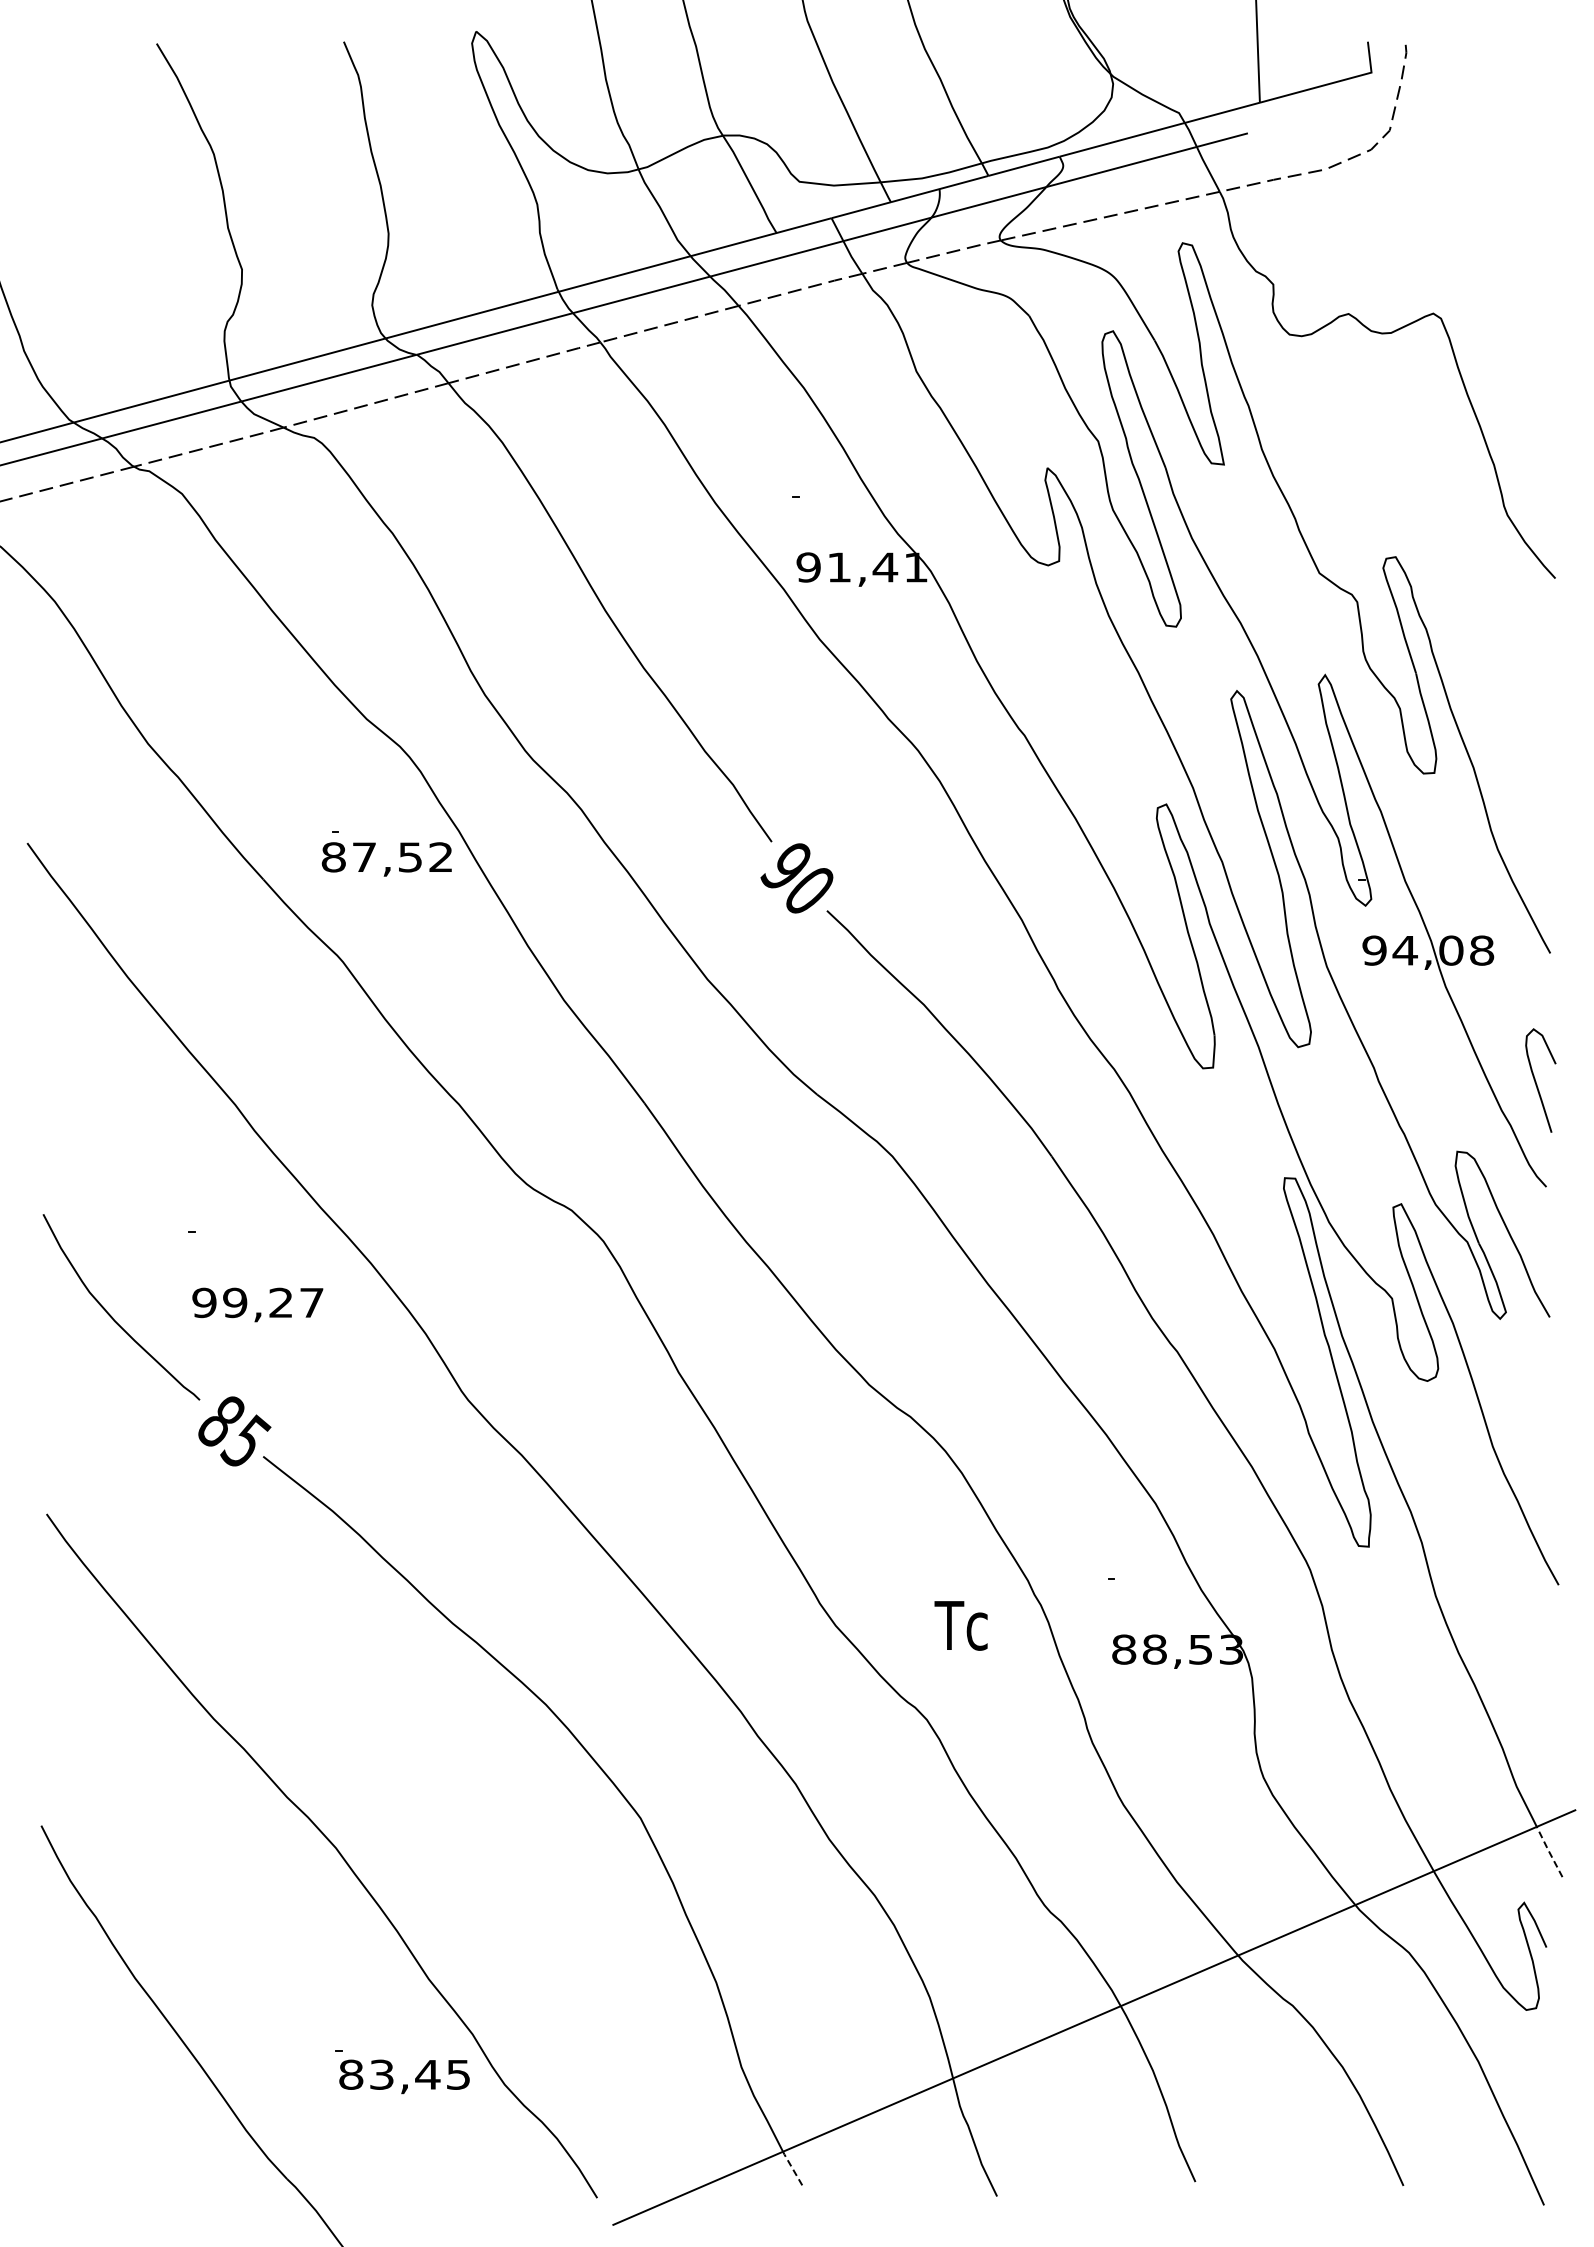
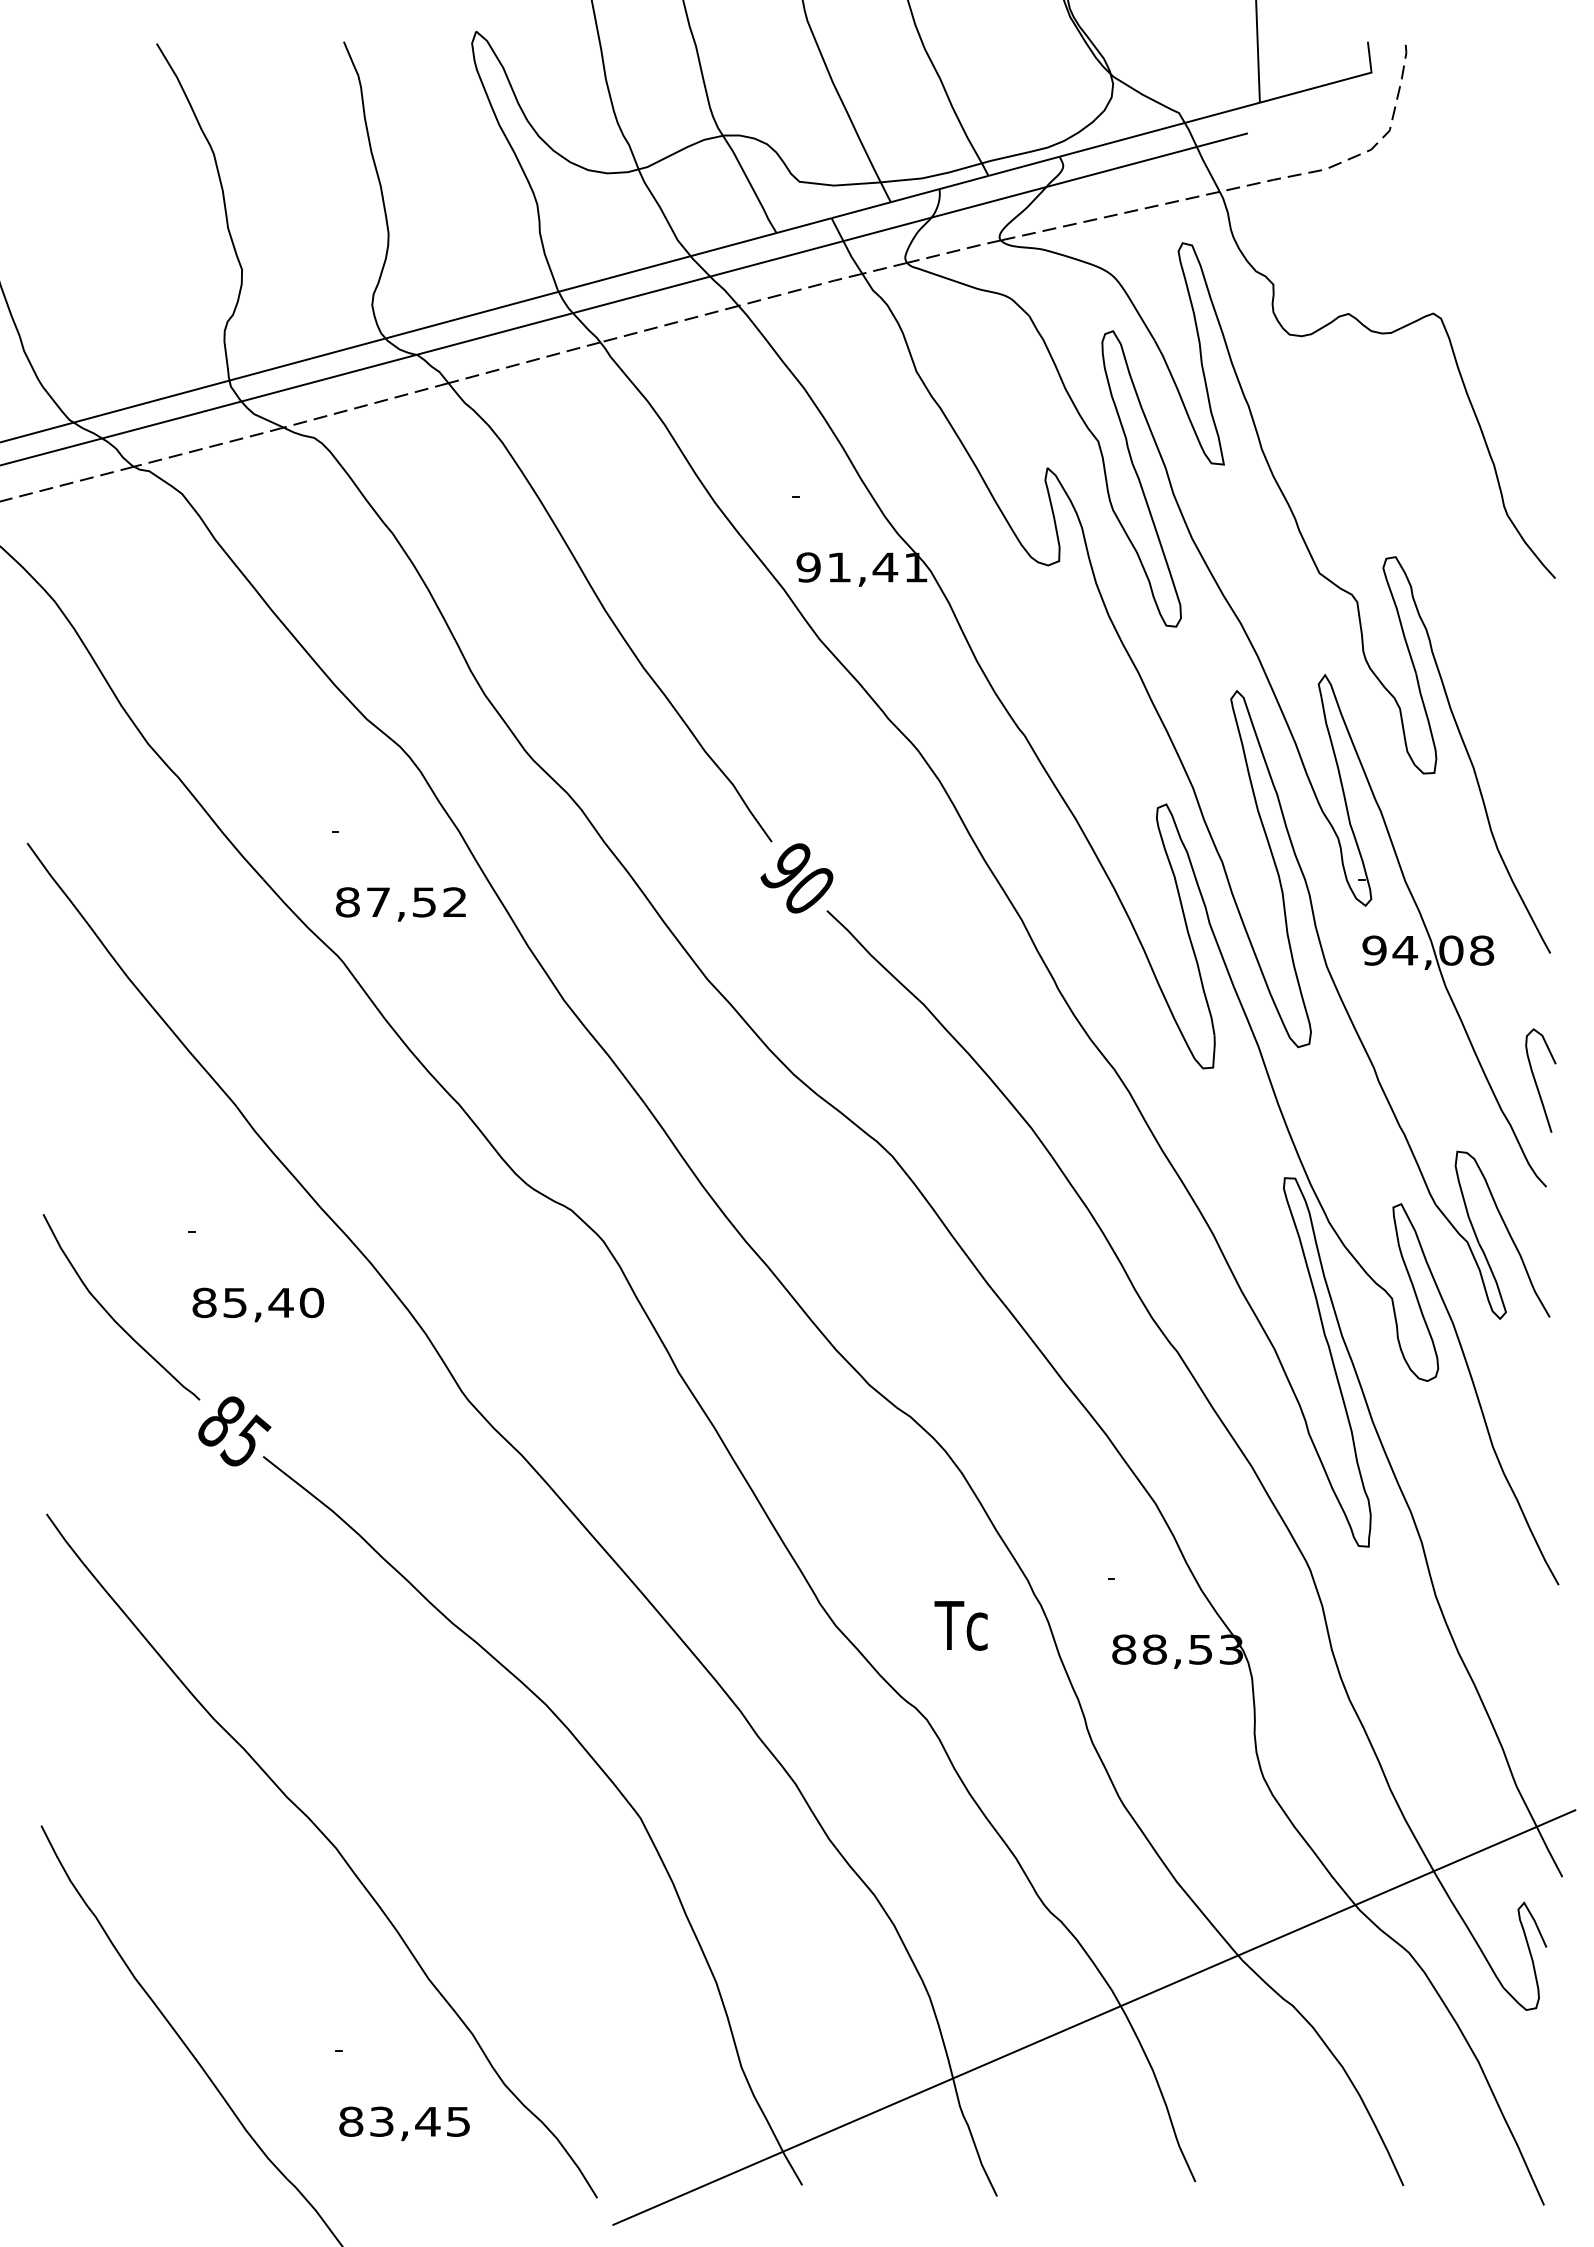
text at (386, 859) position: (386, 859) -> (400, 904)
text at (258, 1302): 99,27 -> 85,40
line at (1548, 1851): dashed -> solid
text at (404, 2076) position: (404, 2076) -> (404, 2123)
line at (791, 2167): dashed -> solid
